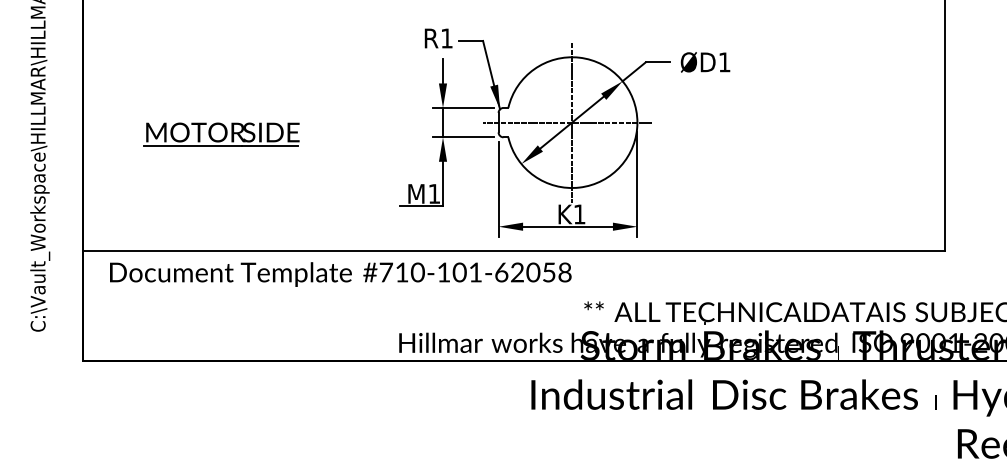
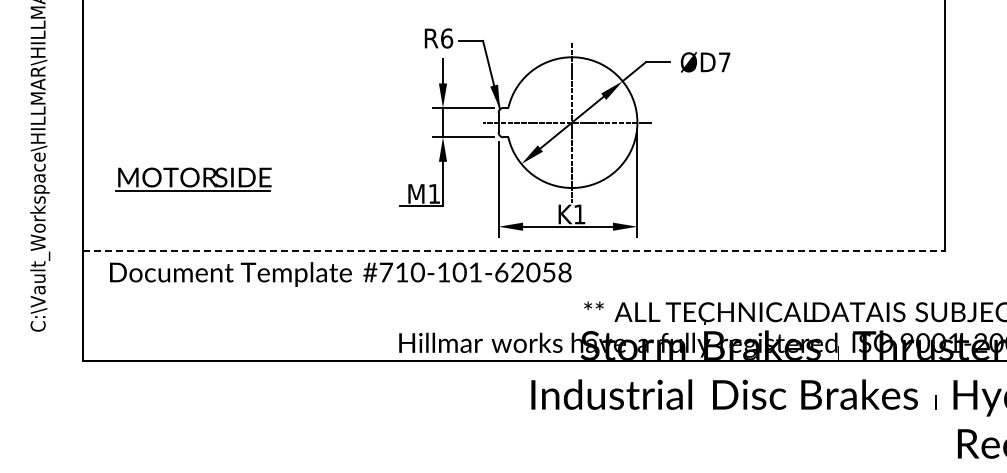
text at (447, 38): R1 -> R6
text at (724, 62): ØD1 -> ØD7
part at (221, 134) position: (221, 134) -> (193, 179)
line at (514, 251): solid -> dashed
